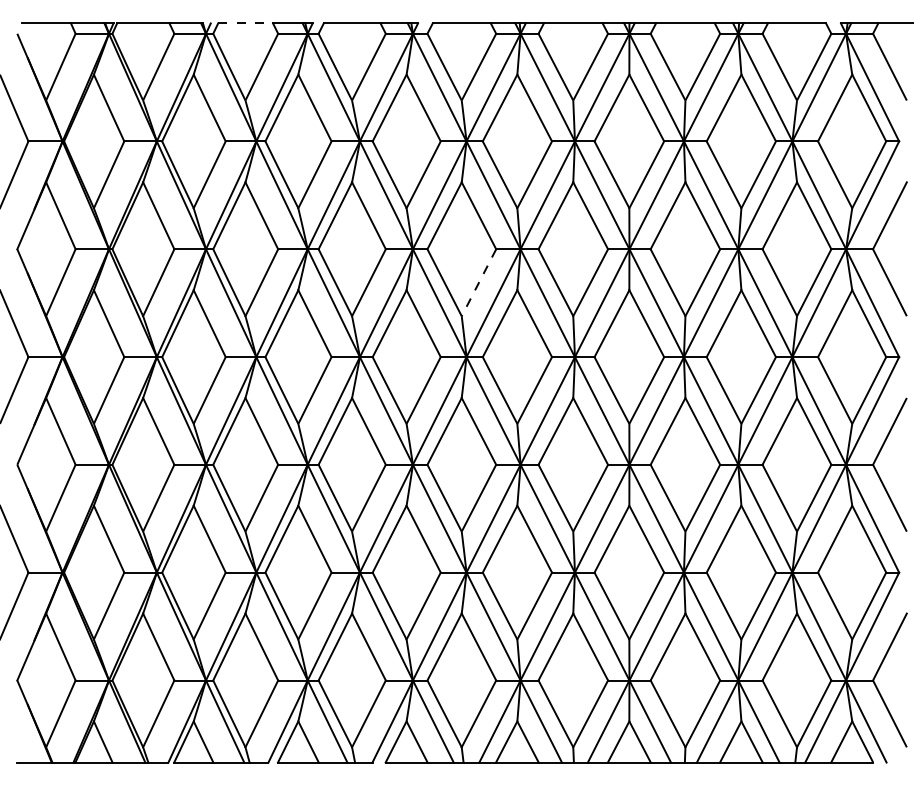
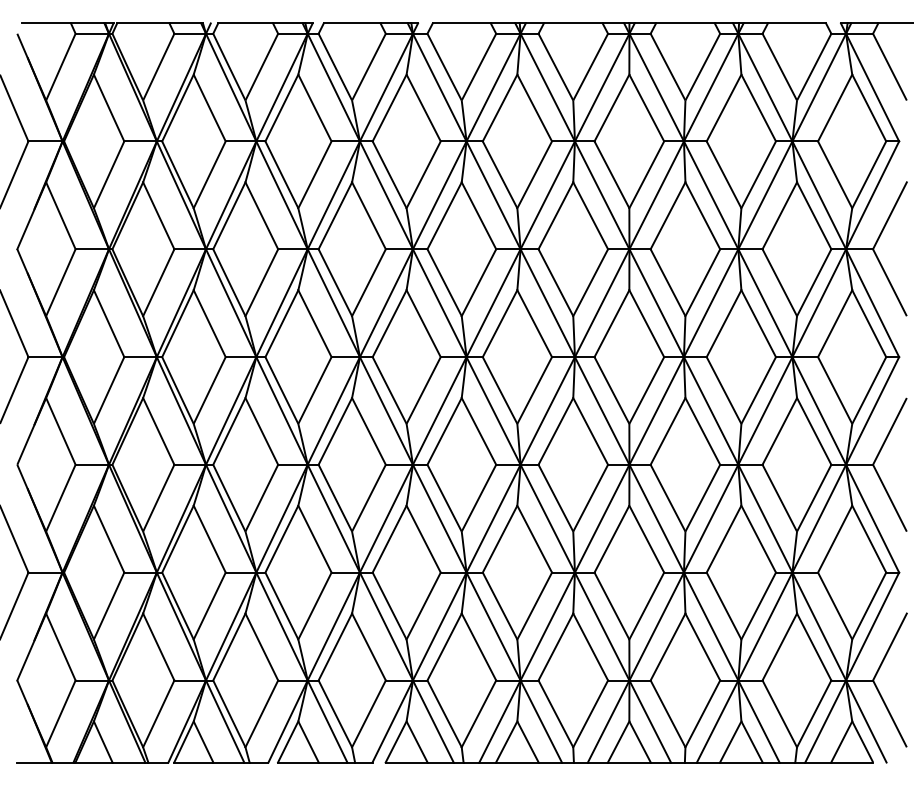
line at (246, 23): dashed -> solid
line at (478, 282): dashed -> solid
